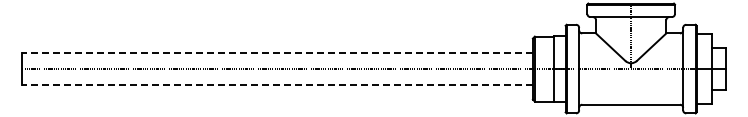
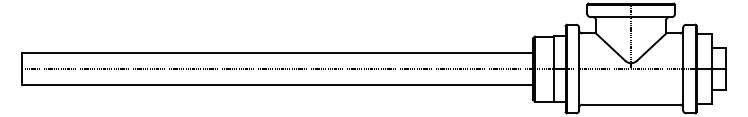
line at (277, 53): dashed -> solid
line at (277, 84): dashed -> solid
